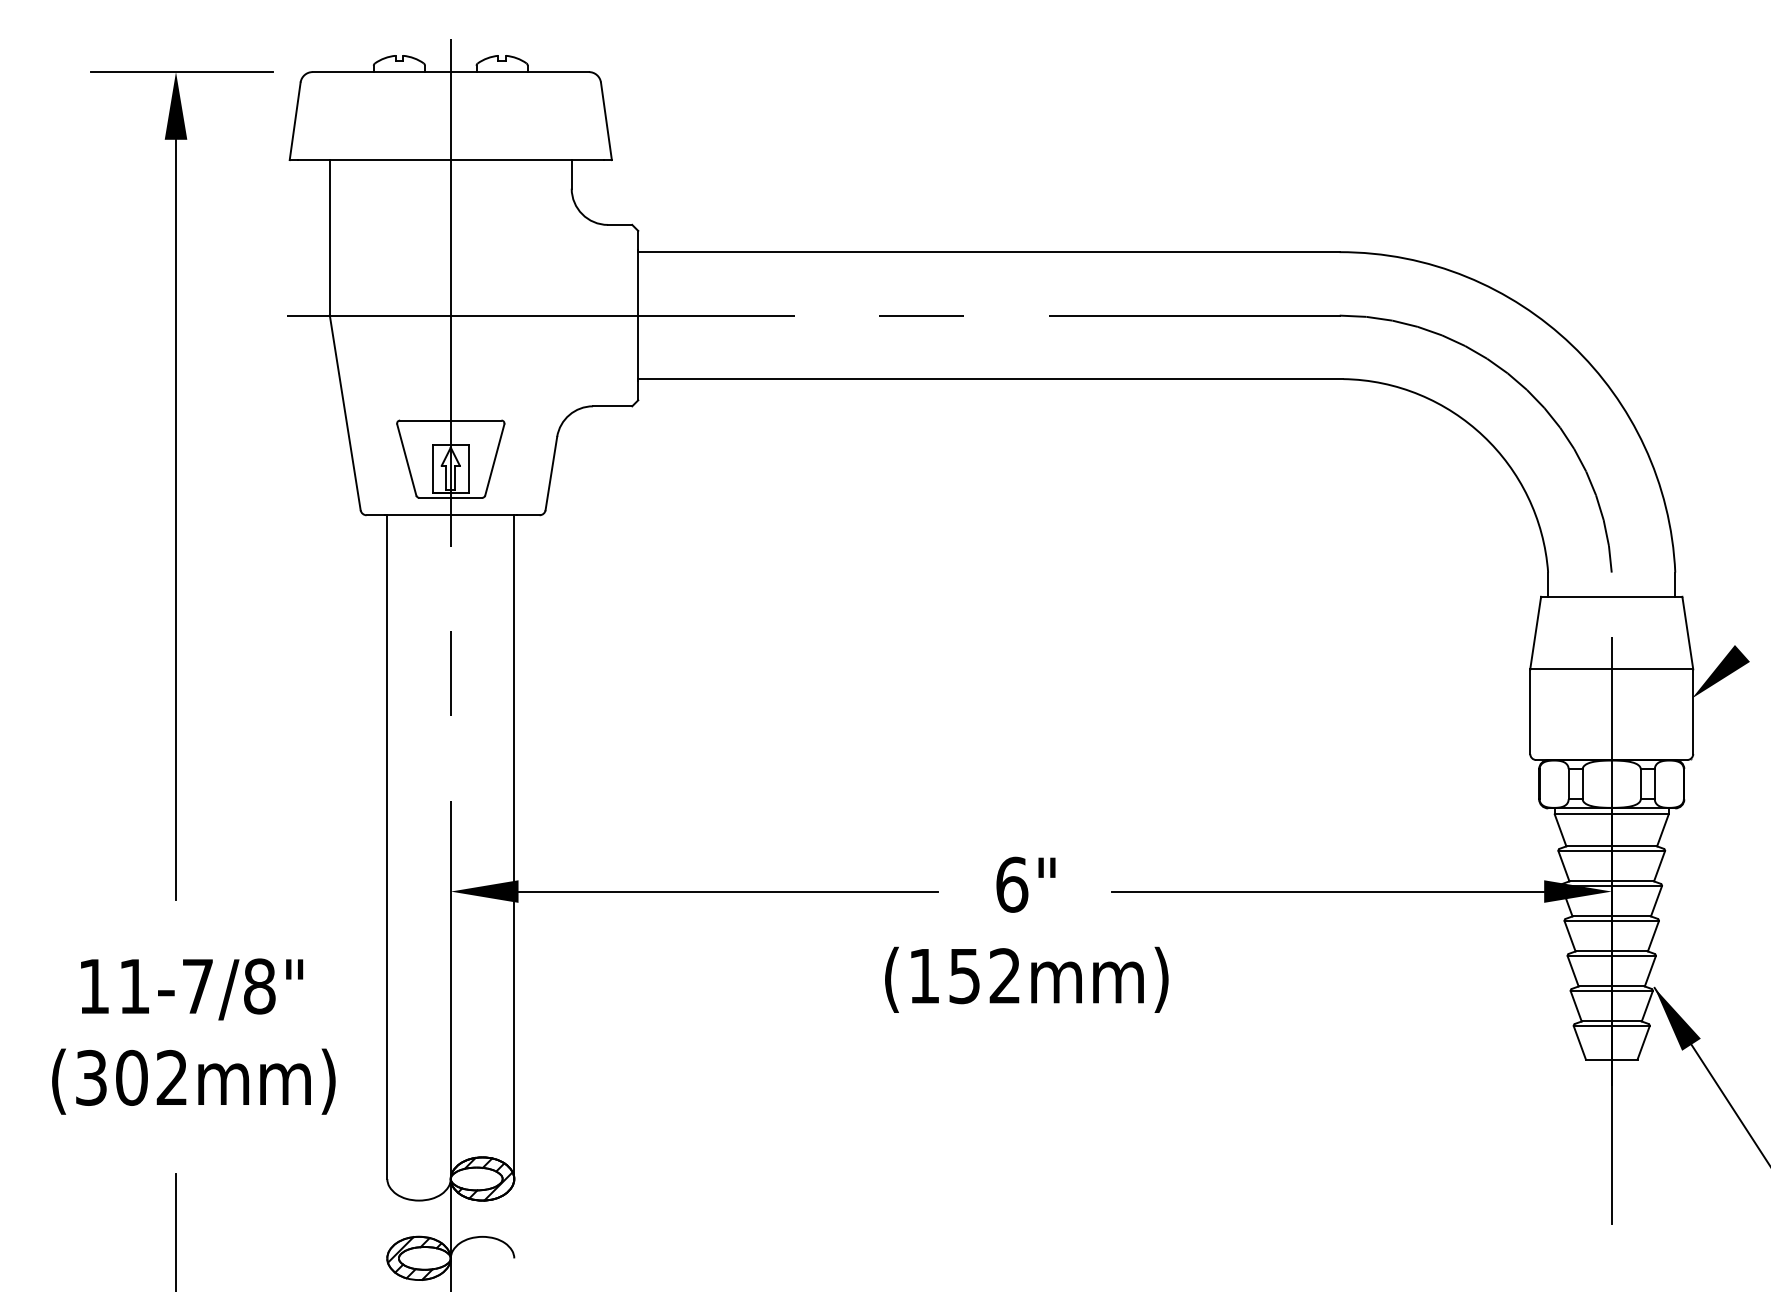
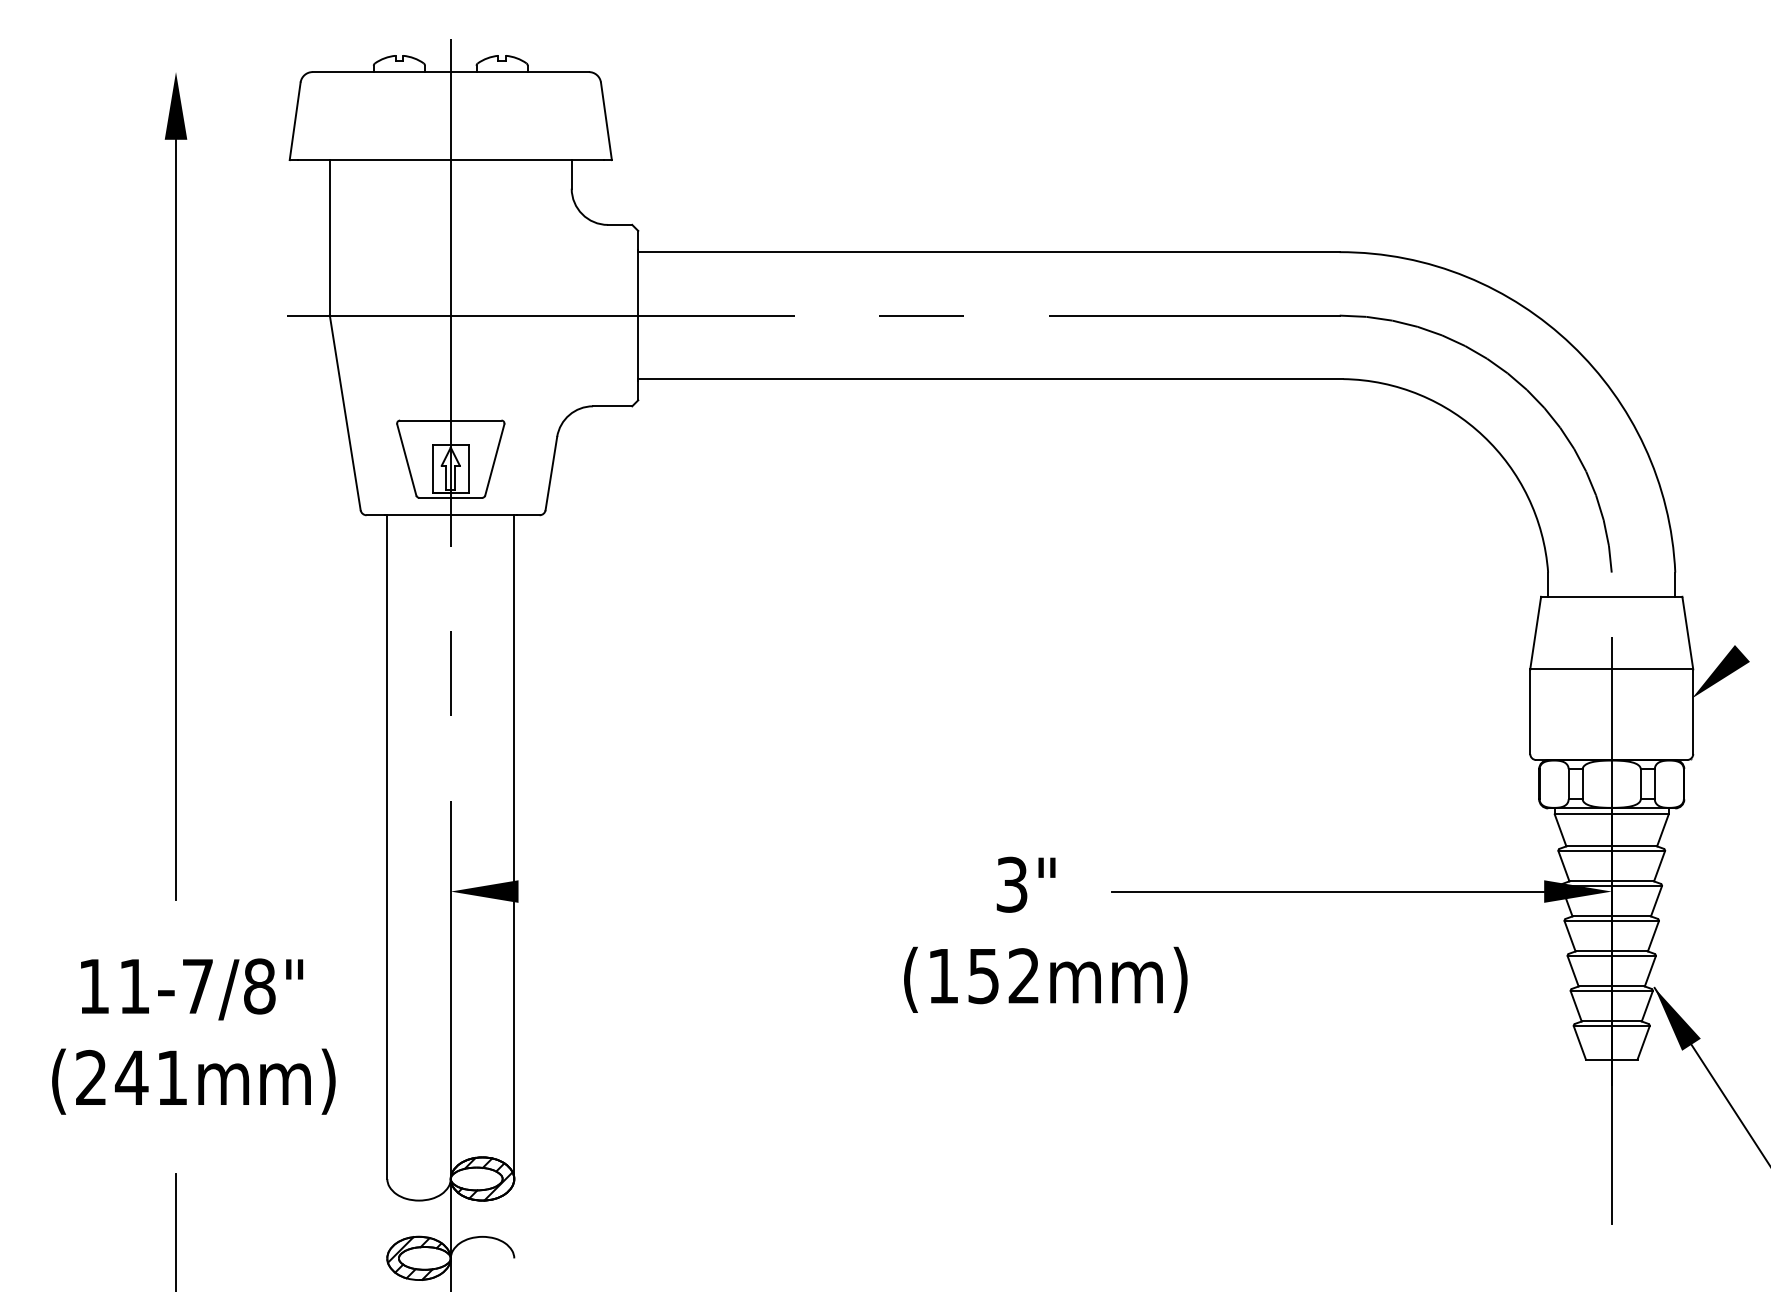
line at (181, 72): present -> none
text at (1012, 884): 6" -> 3"
line at (727, 891): present -> none
text at (1026, 979) position: (1026, 979) -> (1045, 979)
text at (131, 1077): (302mm) -> (241mm)
